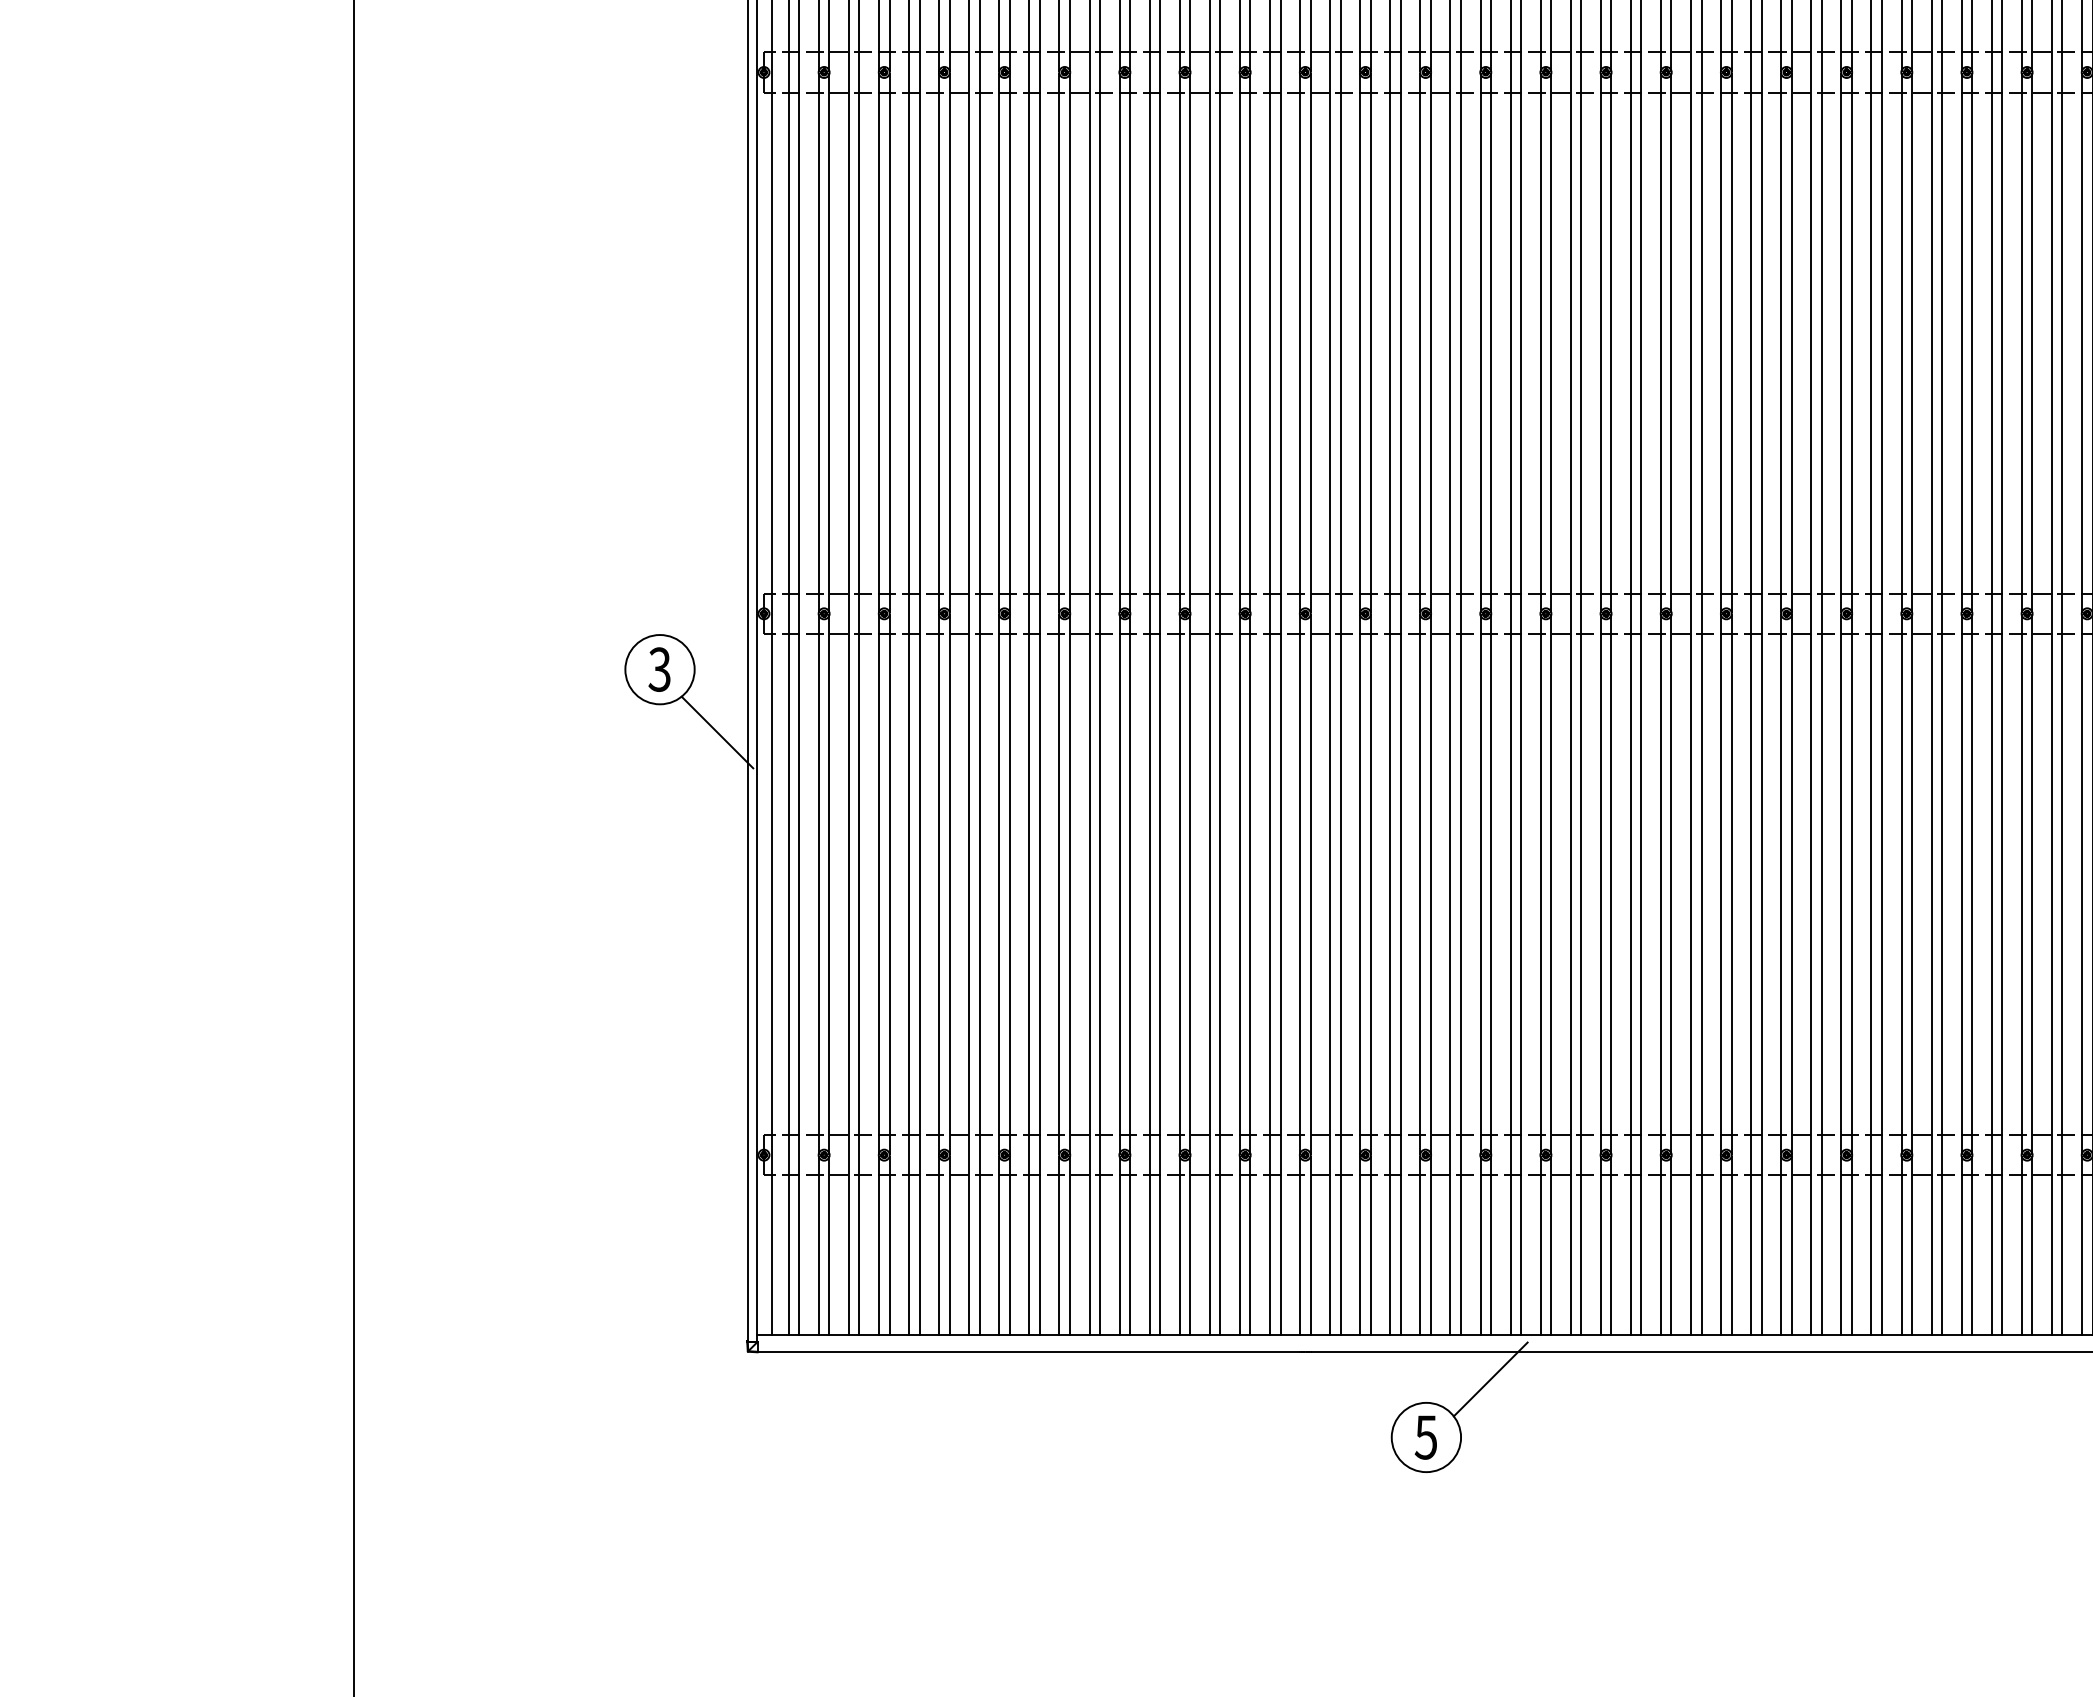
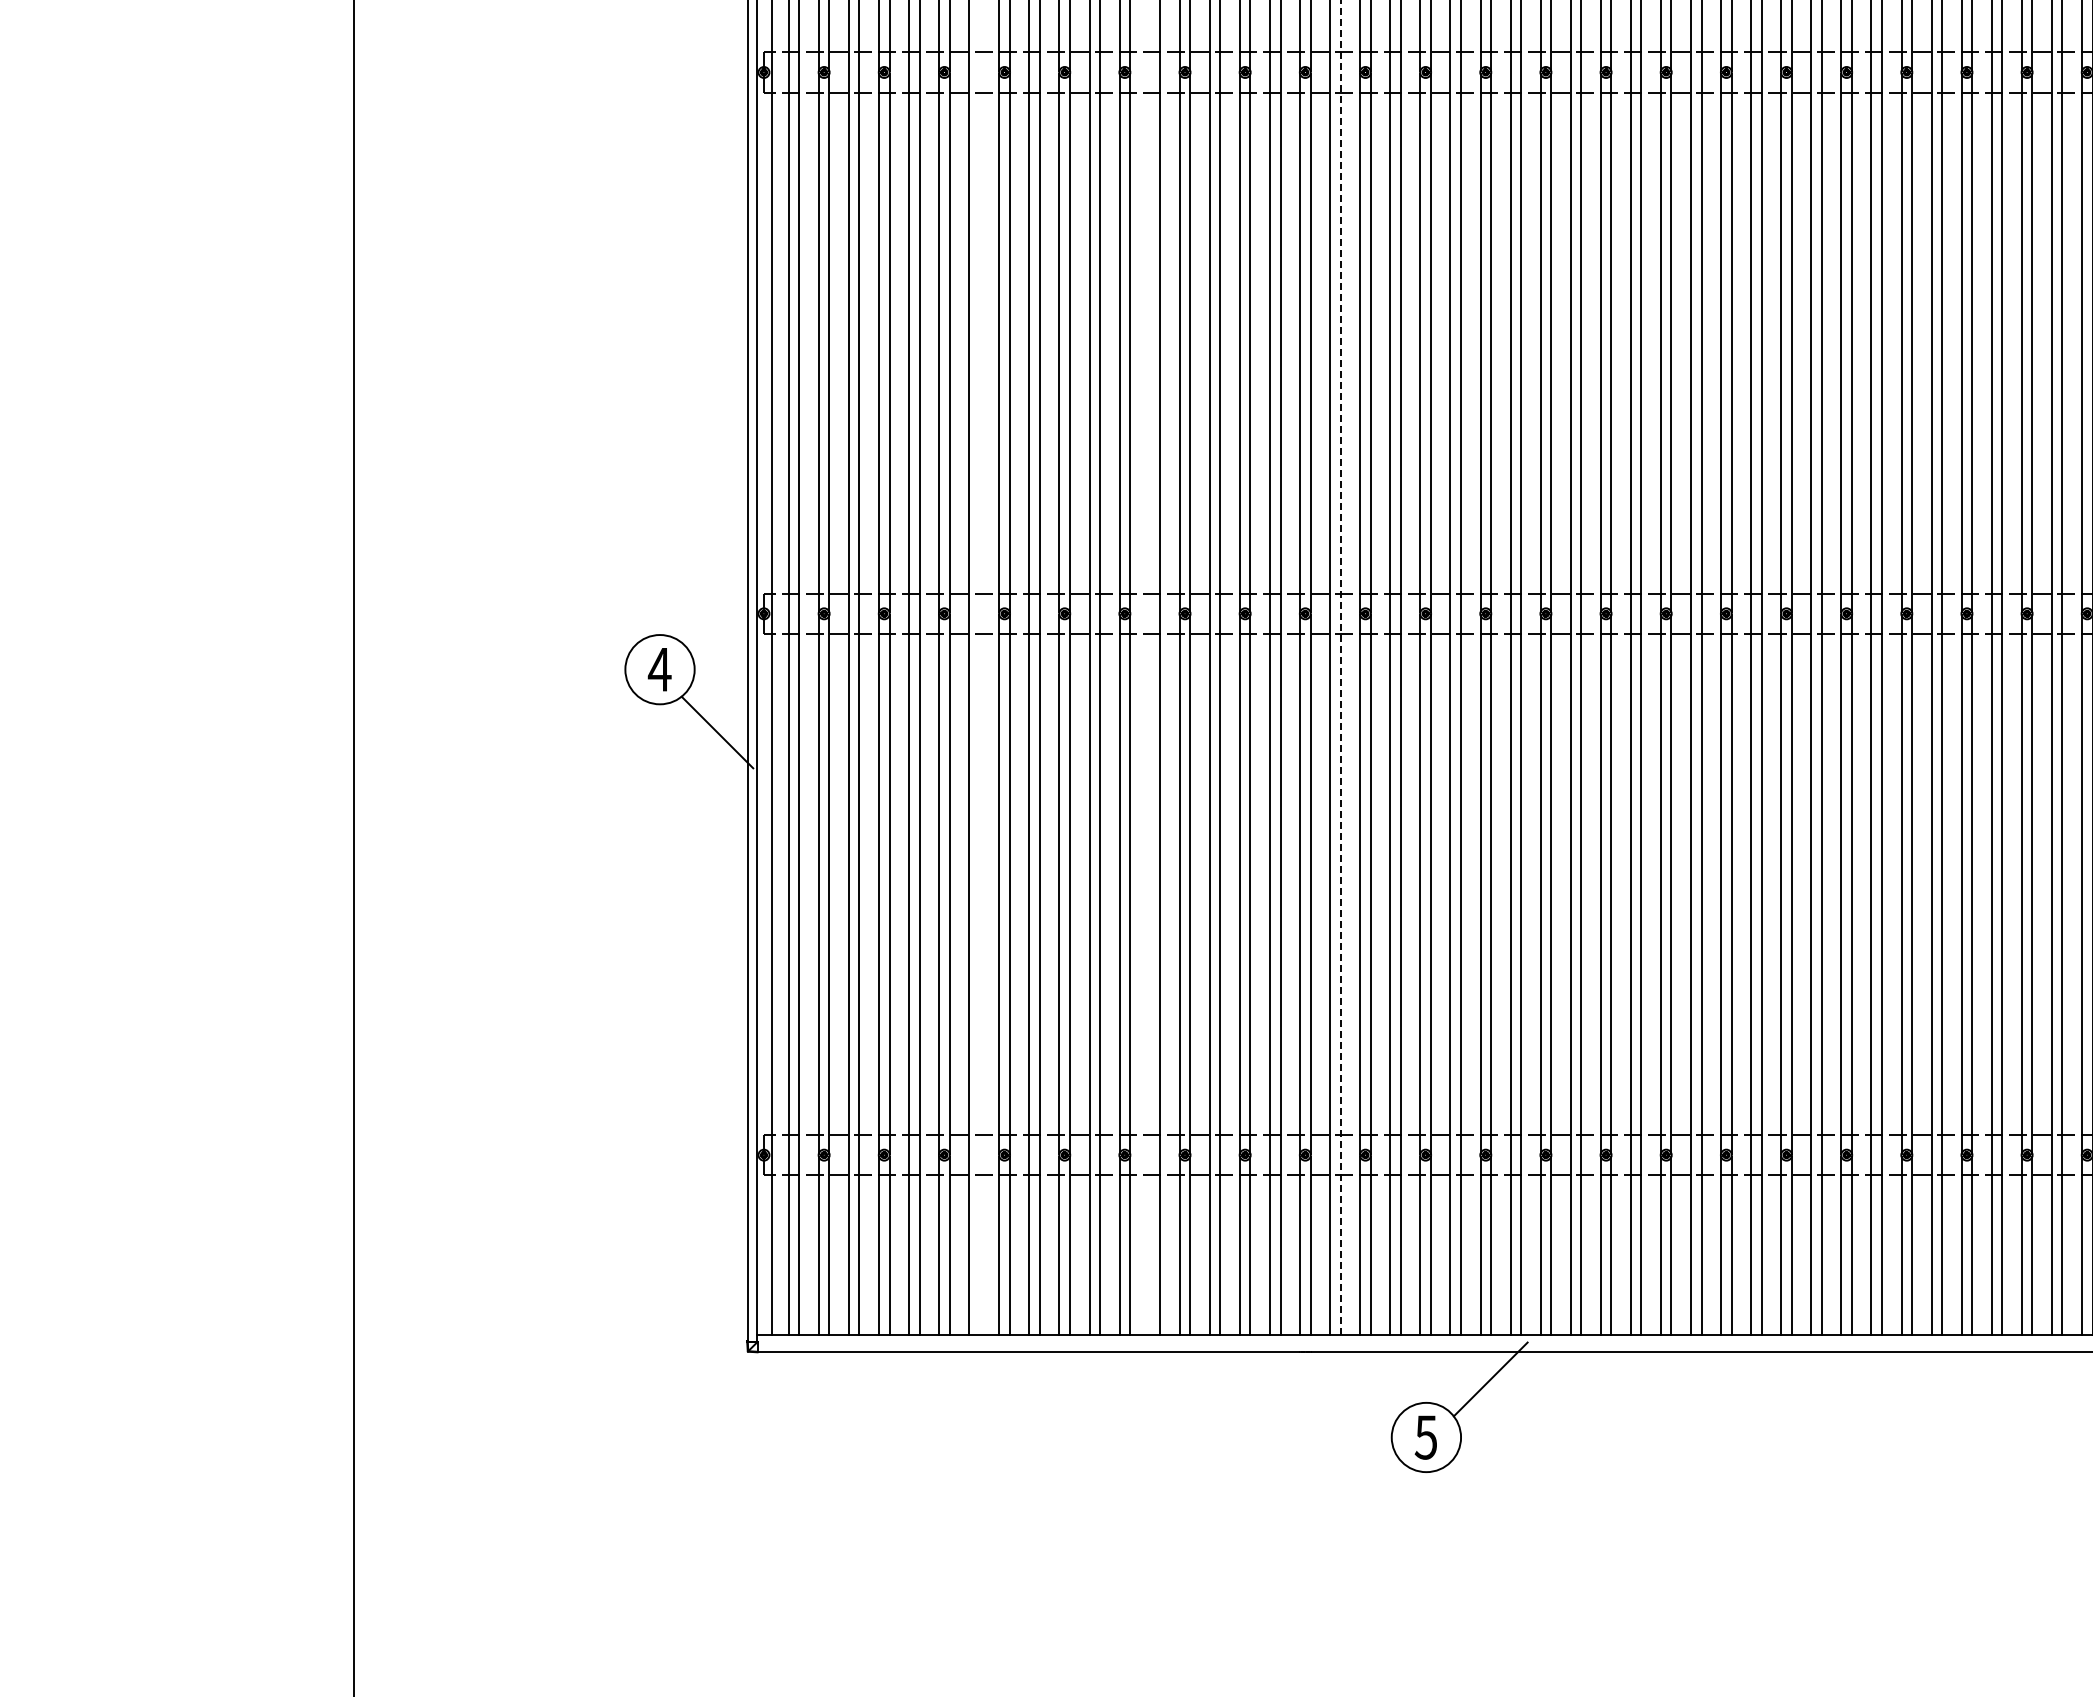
line at (1340, 666): solid -> dashed
line at (979, 668): present -> none
line at (1149, 668): present -> none
text at (659, 669): 3 -> 4
